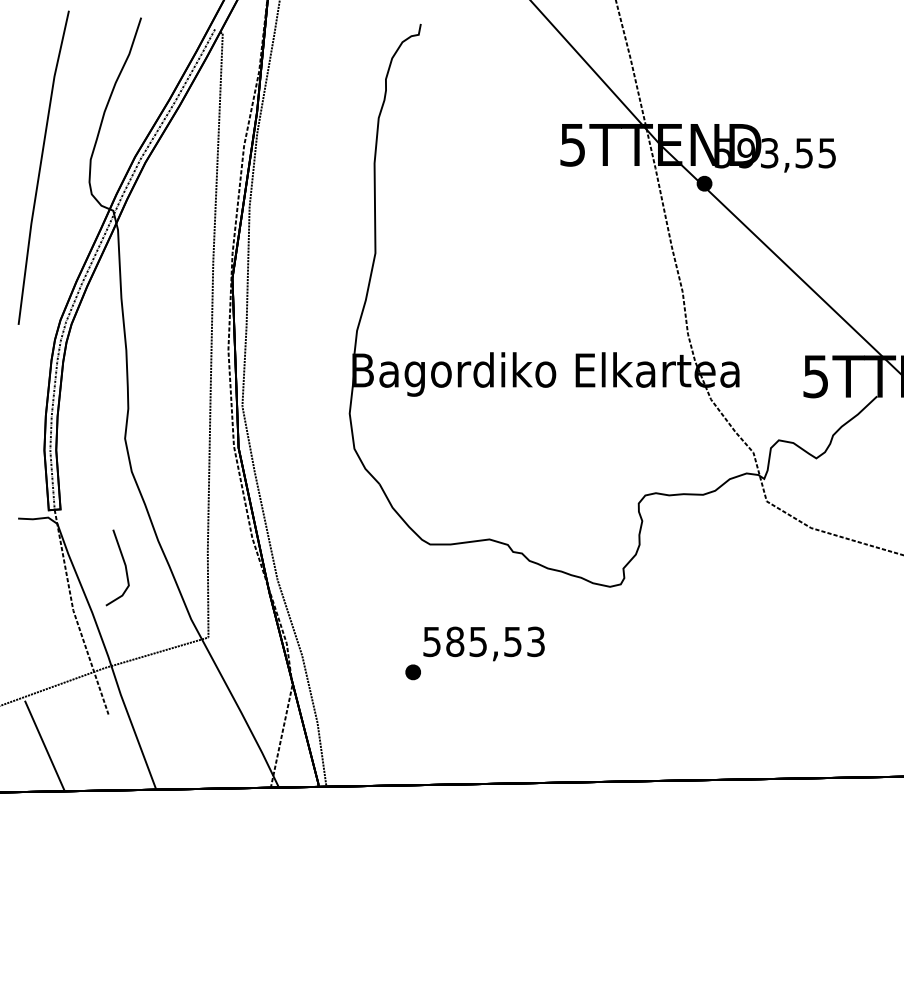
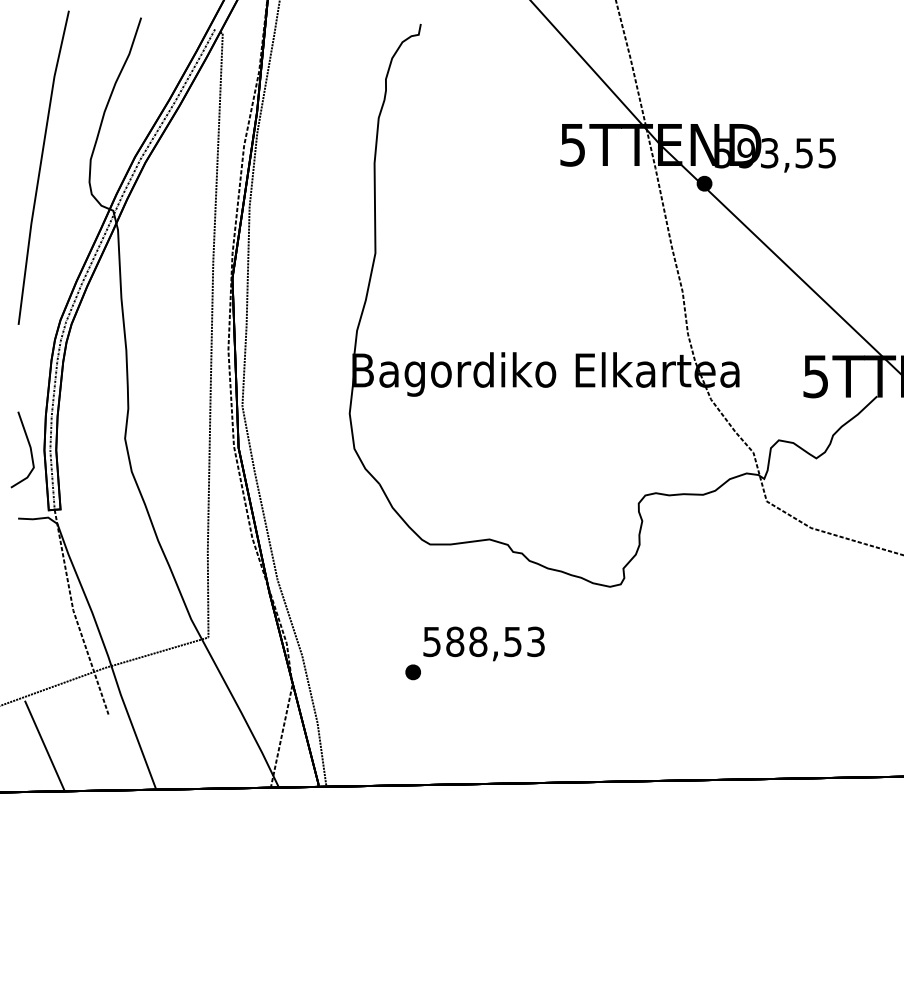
line at (124, 566) position: (124, 566) -> (29, 448)
text at (478, 641): 585,53 -> 588,53
